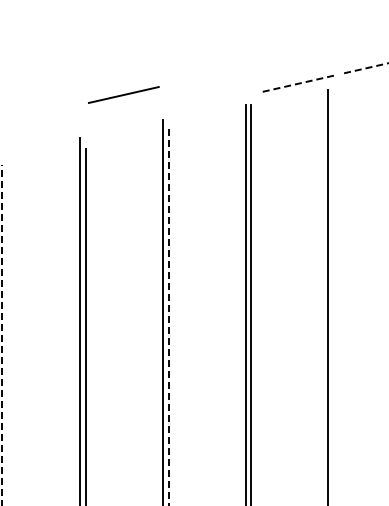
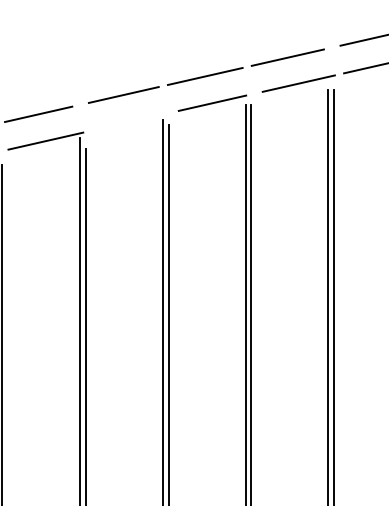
line at (362, 40): none -> present
line at (287, 57): none -> present
line at (366, 68): dashed -> solid
line at (204, 75): none -> present
line at (298, 83): dashed -> solid
line at (212, 102): none -> present
line at (38, 113): none -> present
line at (45, 140): none -> present
line at (334, 296): none -> present
line at (168, 314): dashed -> solid
line at (1, 334): dashed -> solid
